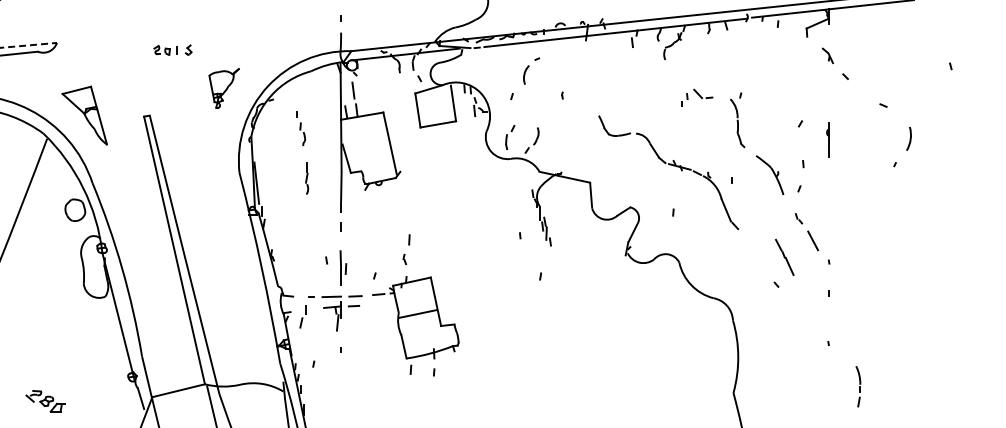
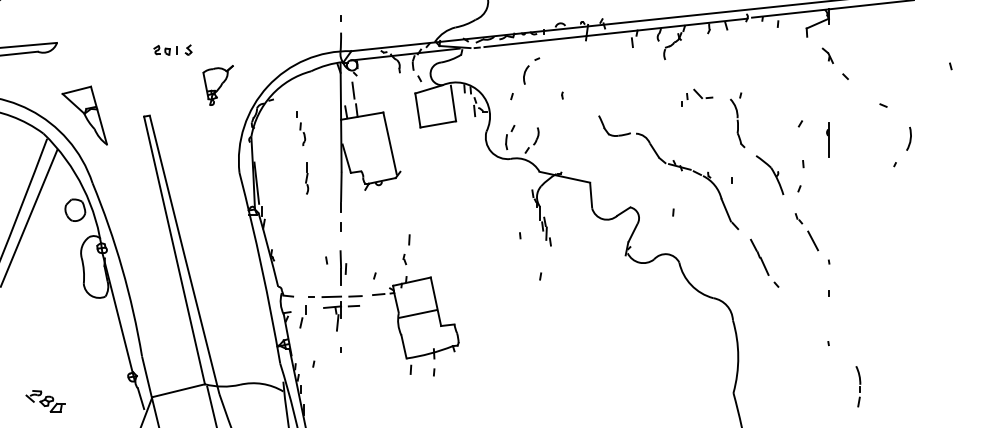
line at (29, 45): dashed -> solid
part at (223, 88) position: (223, 88) -> (217, 85)
line at (29, 216): none -> present
line at (784, 256) position: (784, 256) -> (759, 256)
